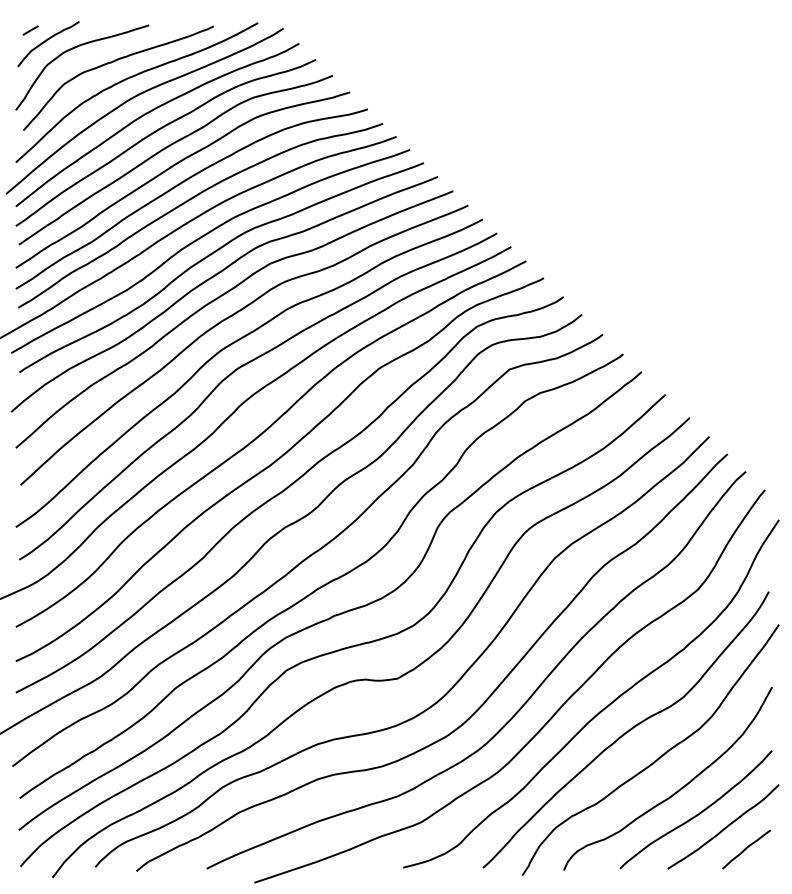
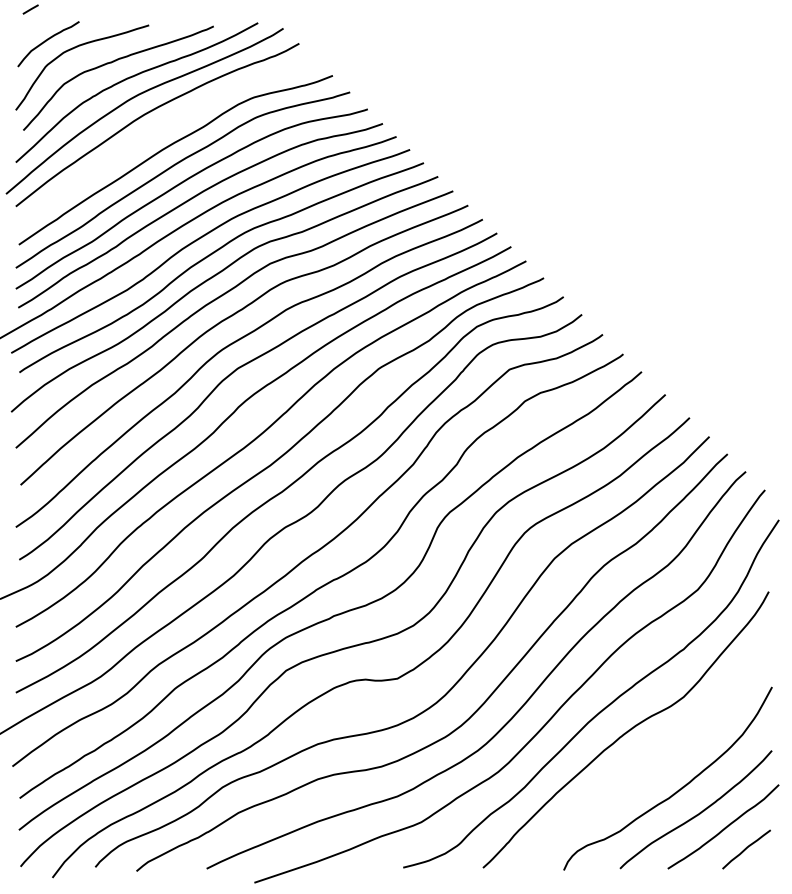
line at (30, 30) position: (30, 30) -> (30, 9)
curve at (159, 130): present -> none
curve at (658, 757): present -> none
